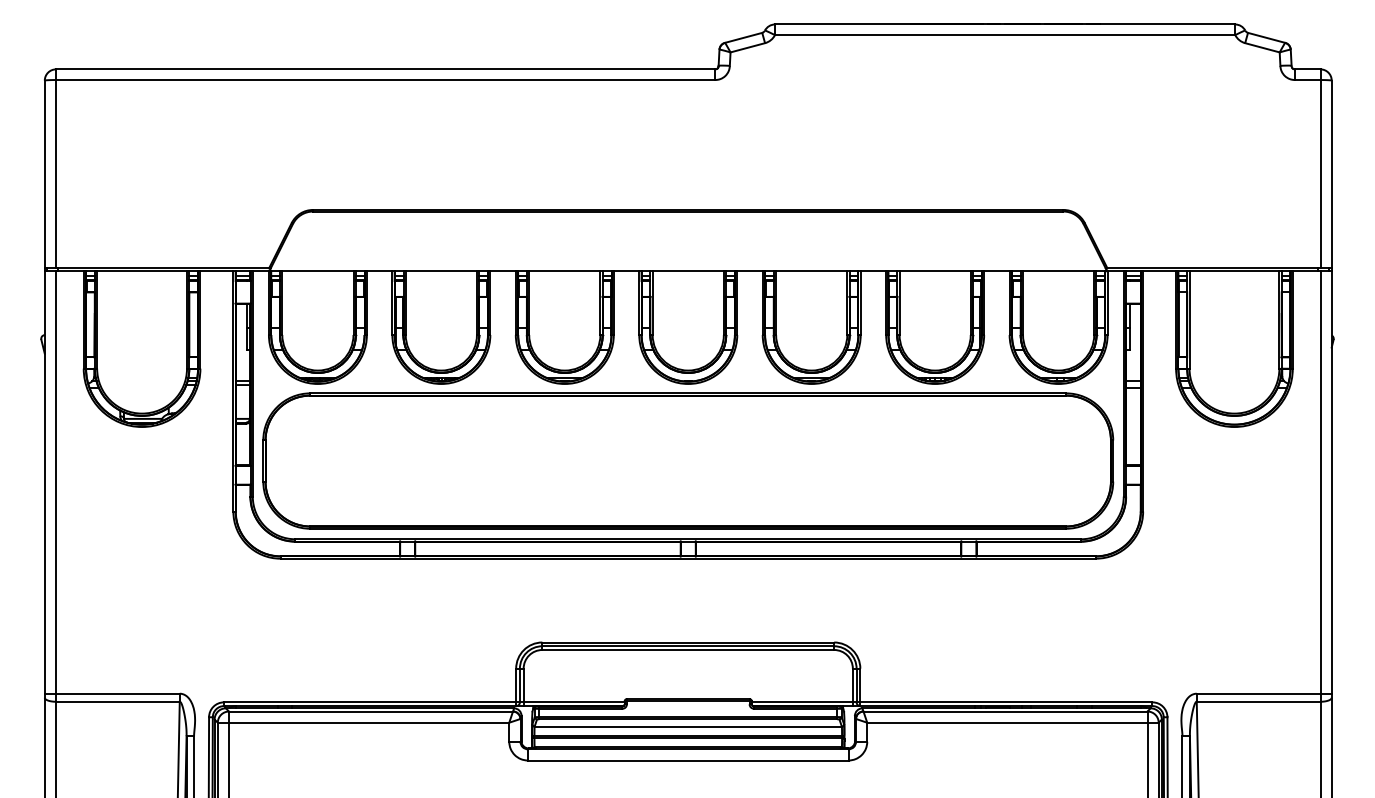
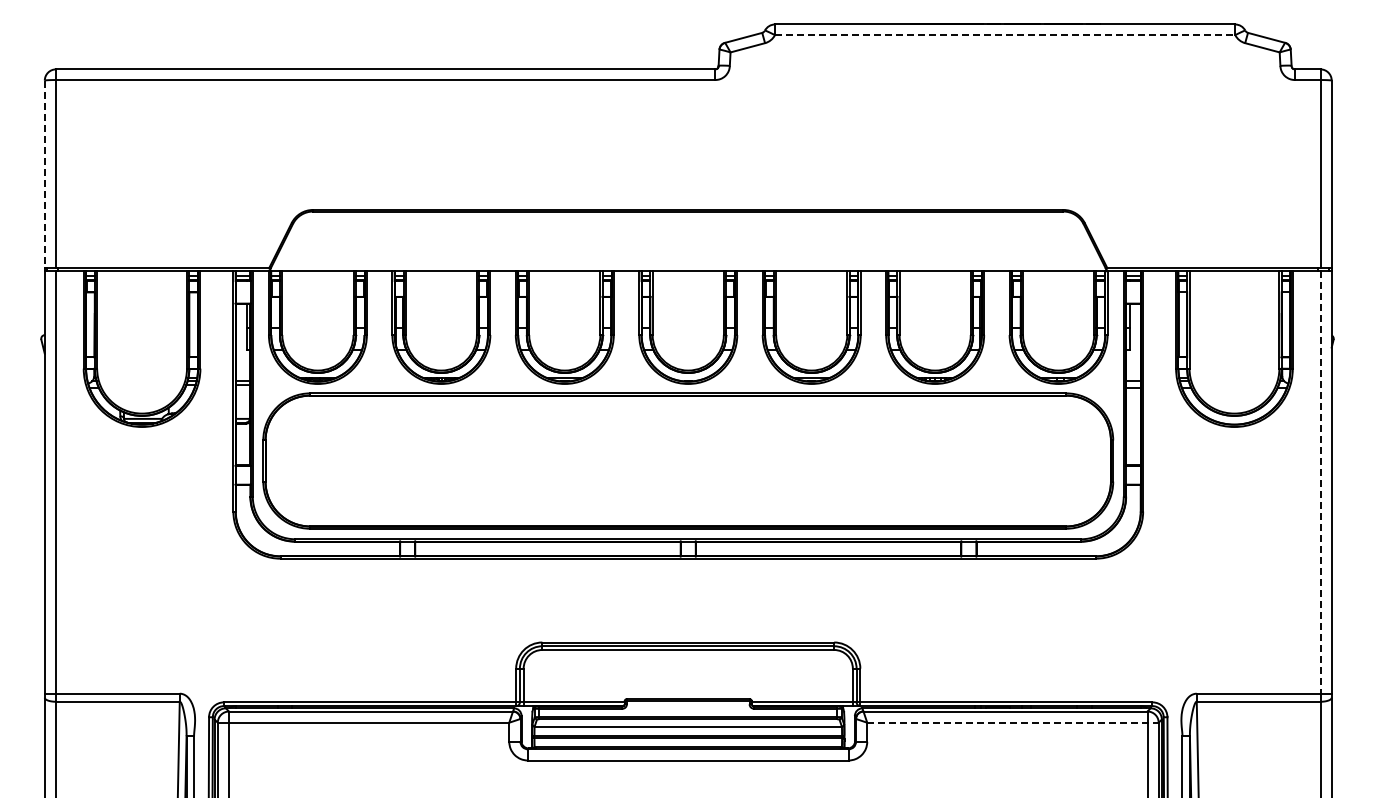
line at (1005, 35): solid -> dashed
line at (44, 174): solid -> dashed
line at (1320, 483): solid -> dashed
line at (1012, 722): solid -> dashed
